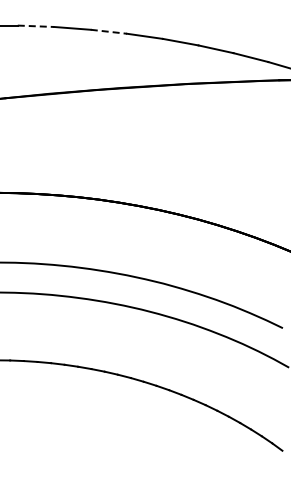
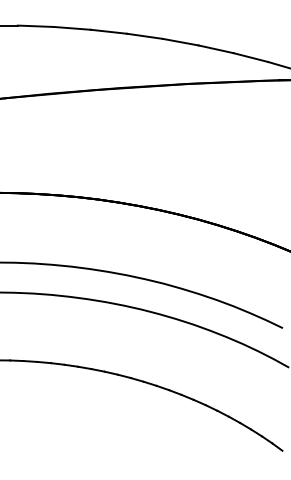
line at (36, 26): dashed -> solid
line at (109, 31): dashed -> solid
